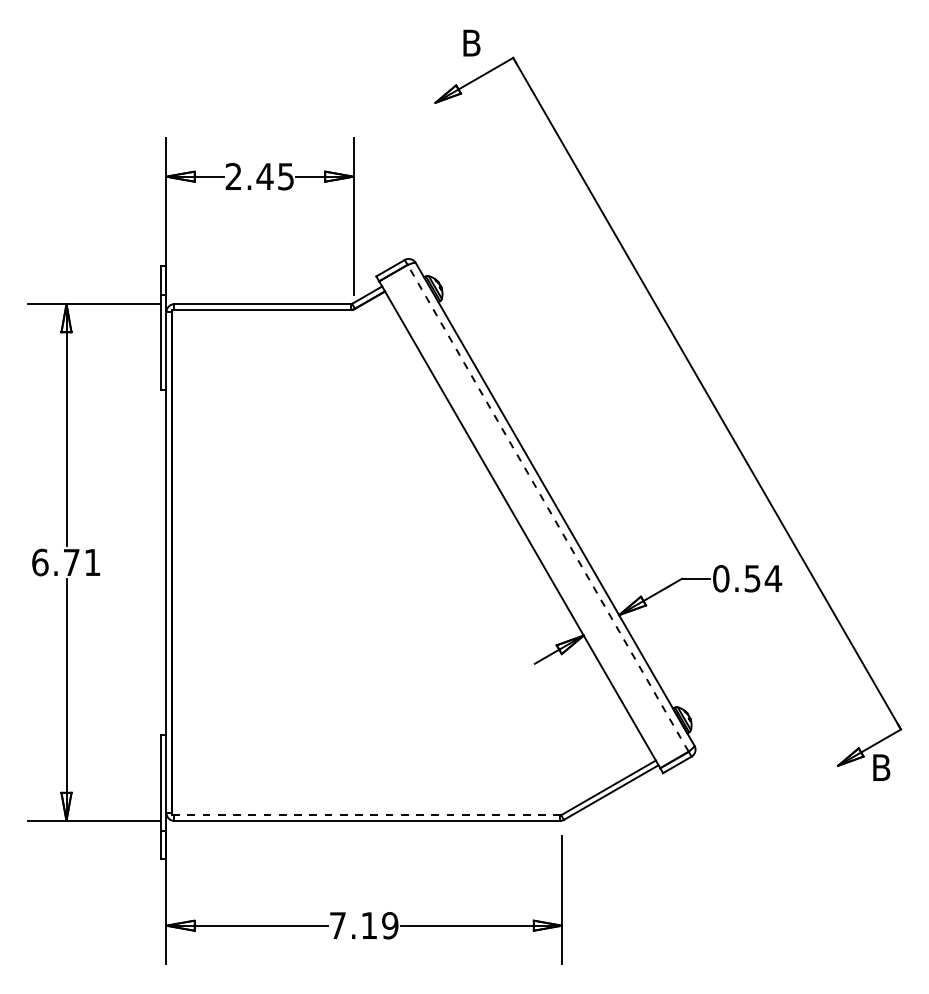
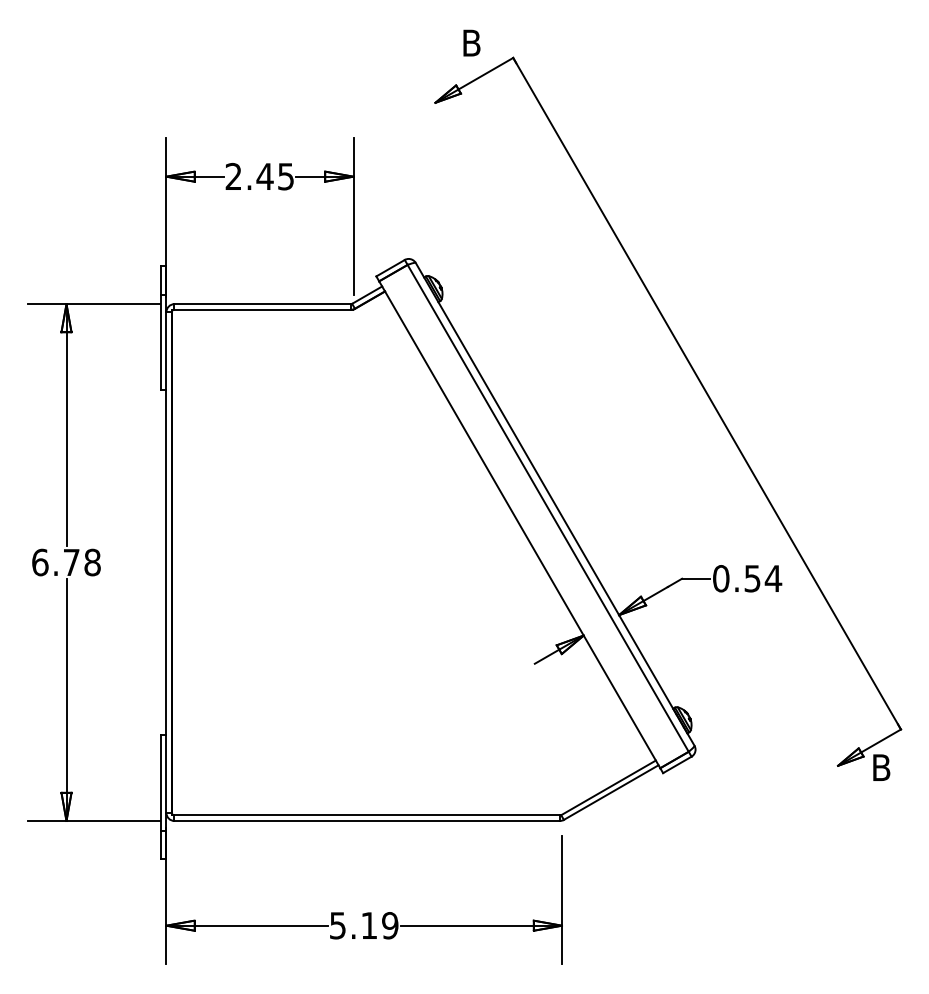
line at (547, 507): dashed -> solid
text at (92, 562): 6.71 -> 6.78
line at (366, 815): dashed -> solid
text at (337, 925): 7.19 -> 5.19
